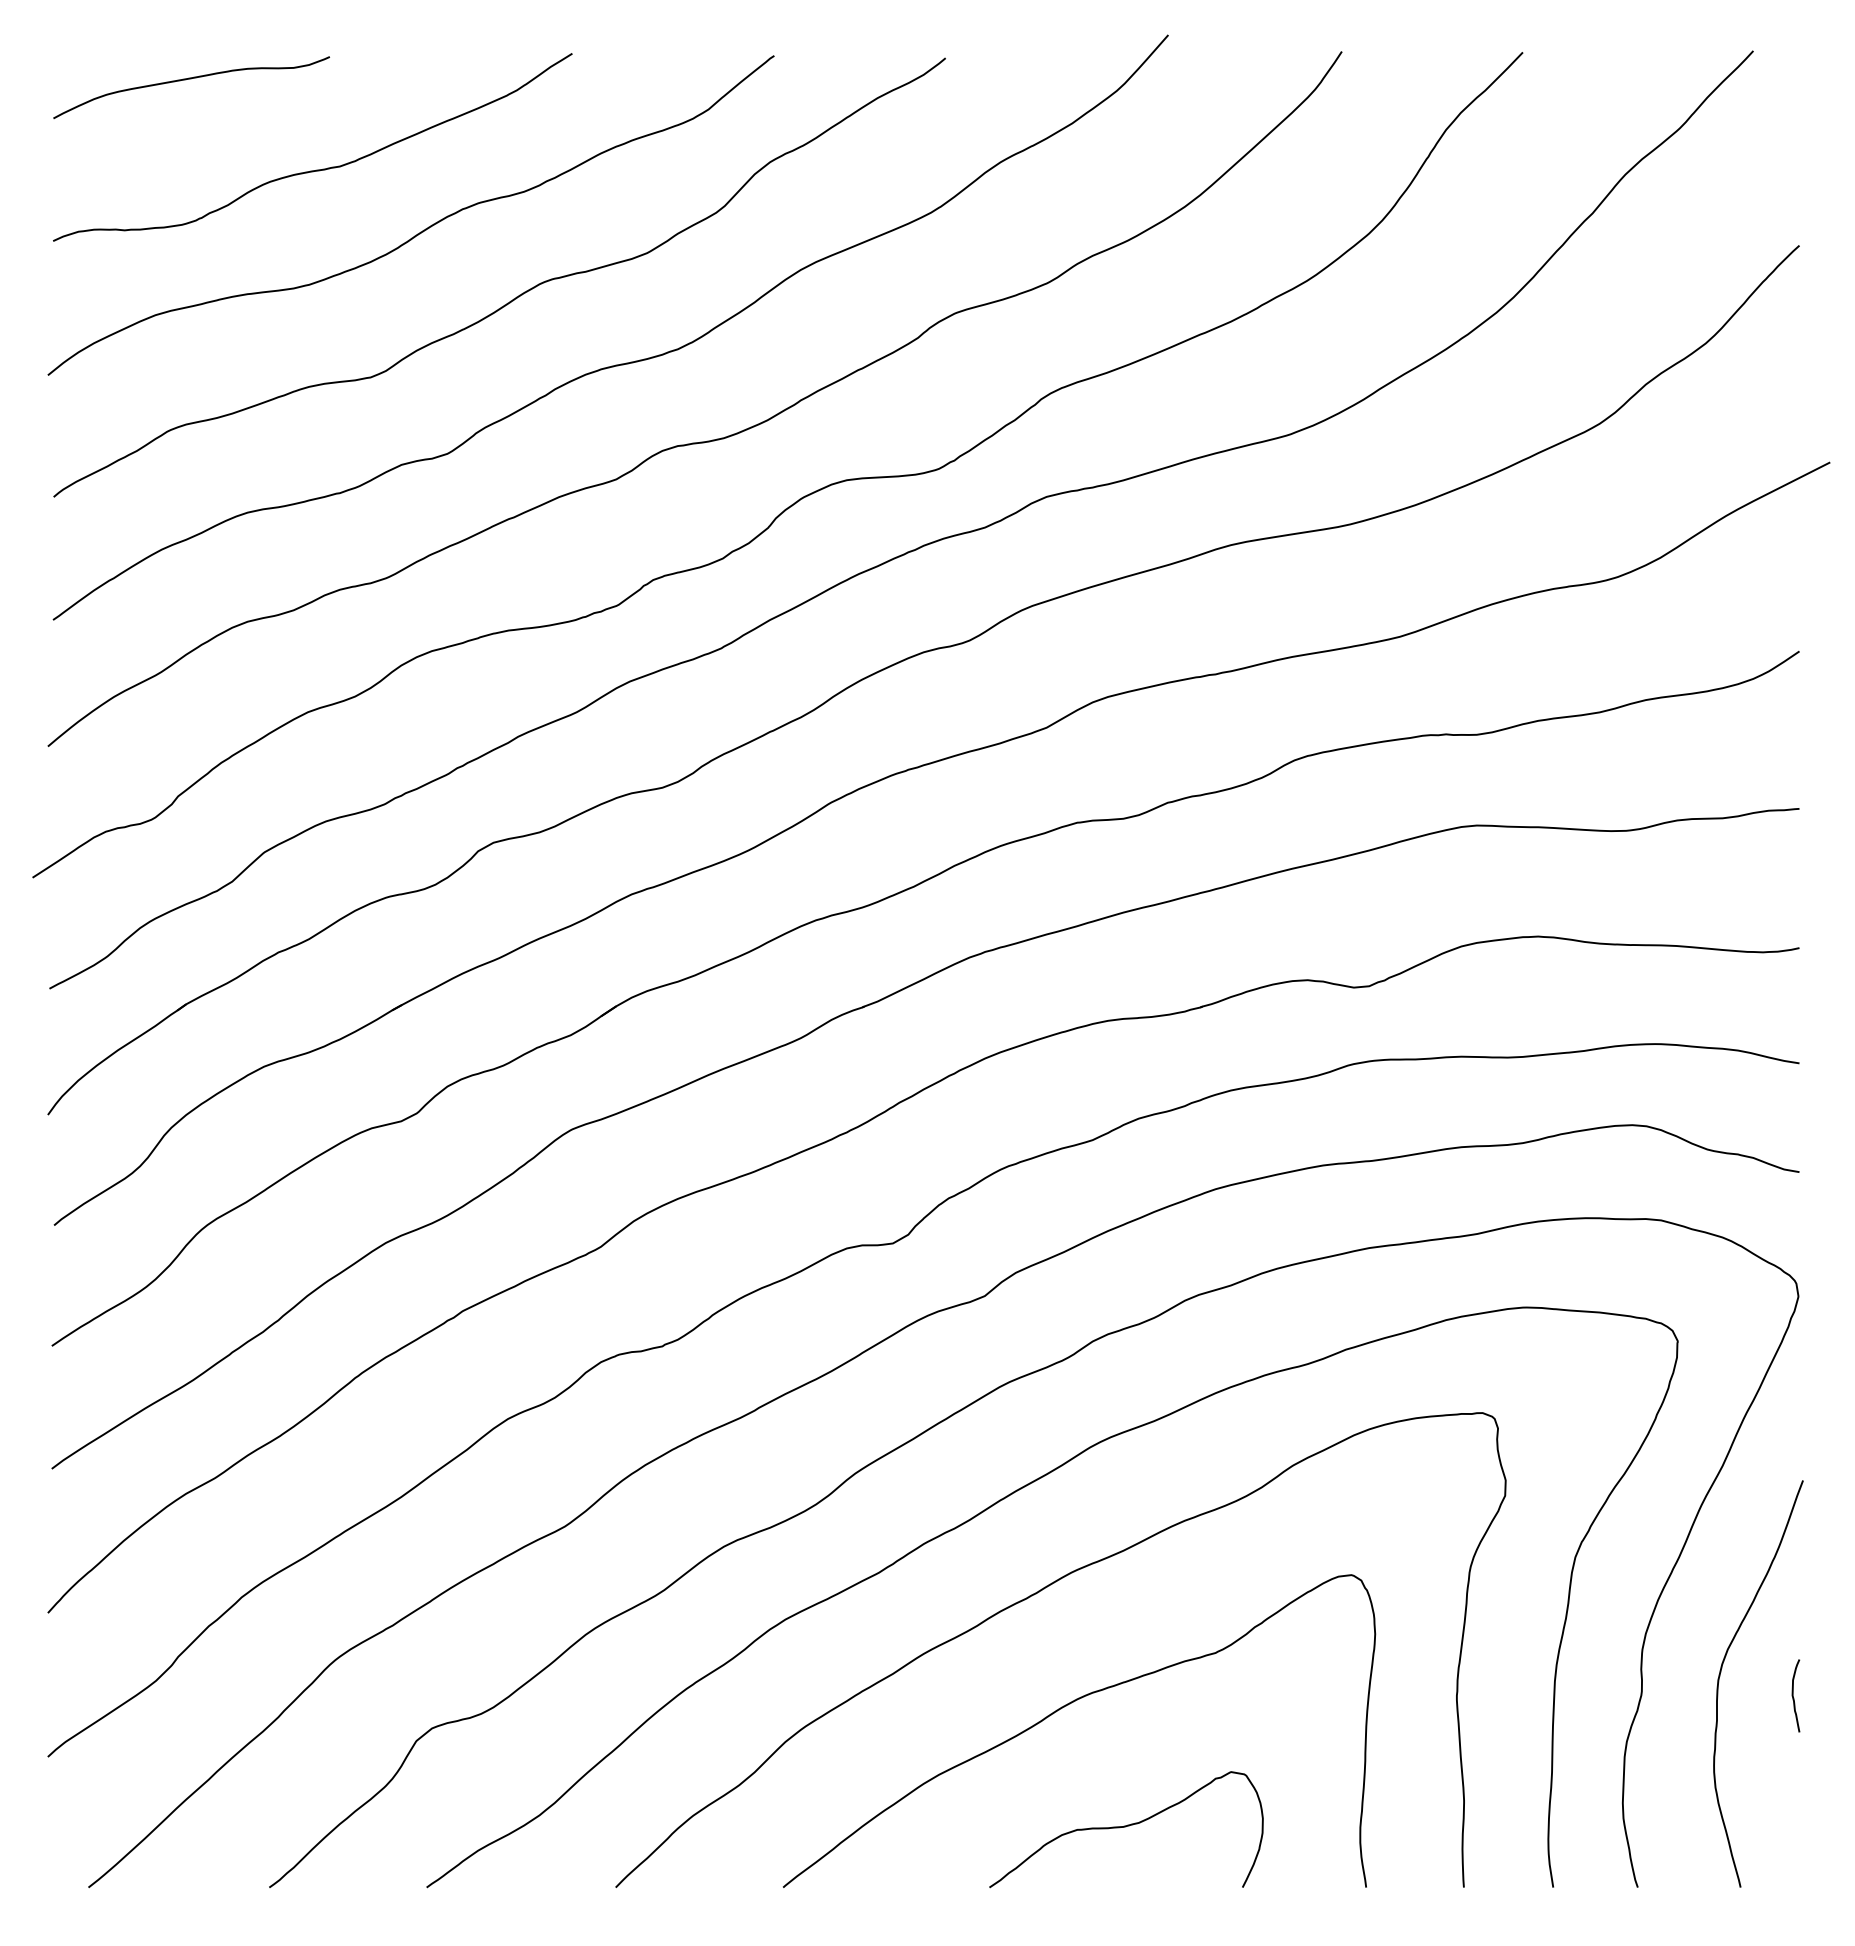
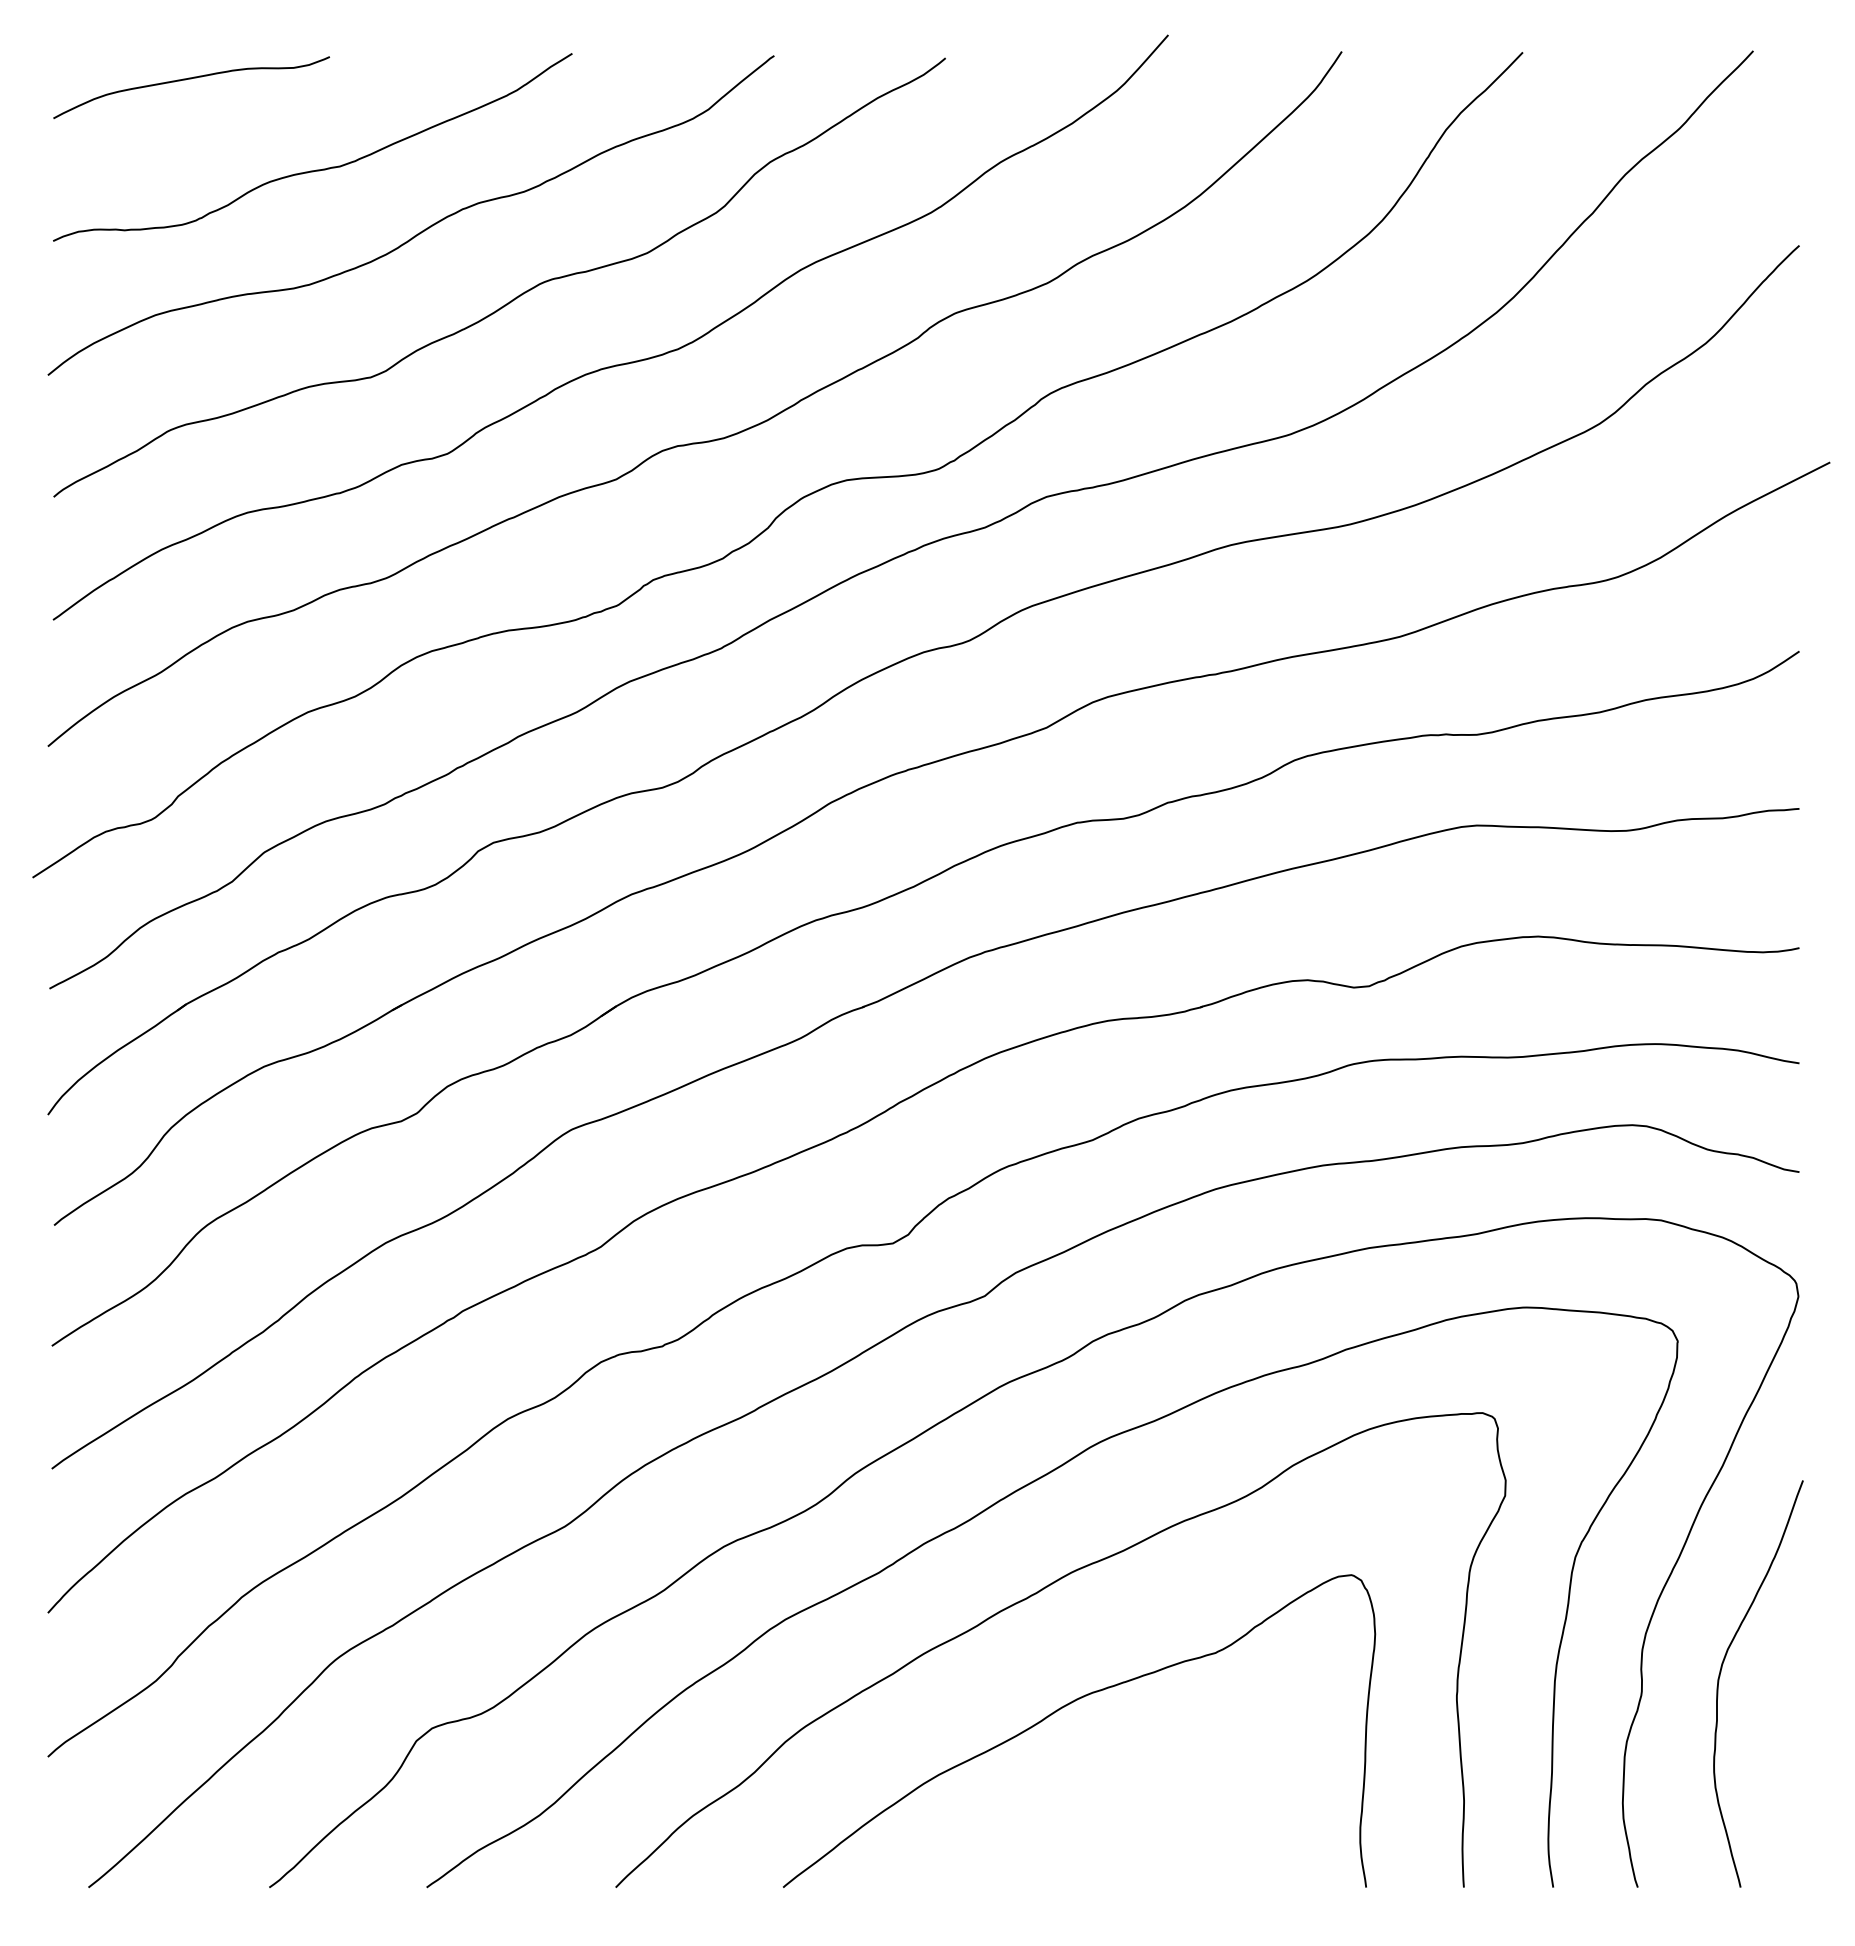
curve at (1793, 1695): present -> none
curve at (1125, 1827): present -> none
